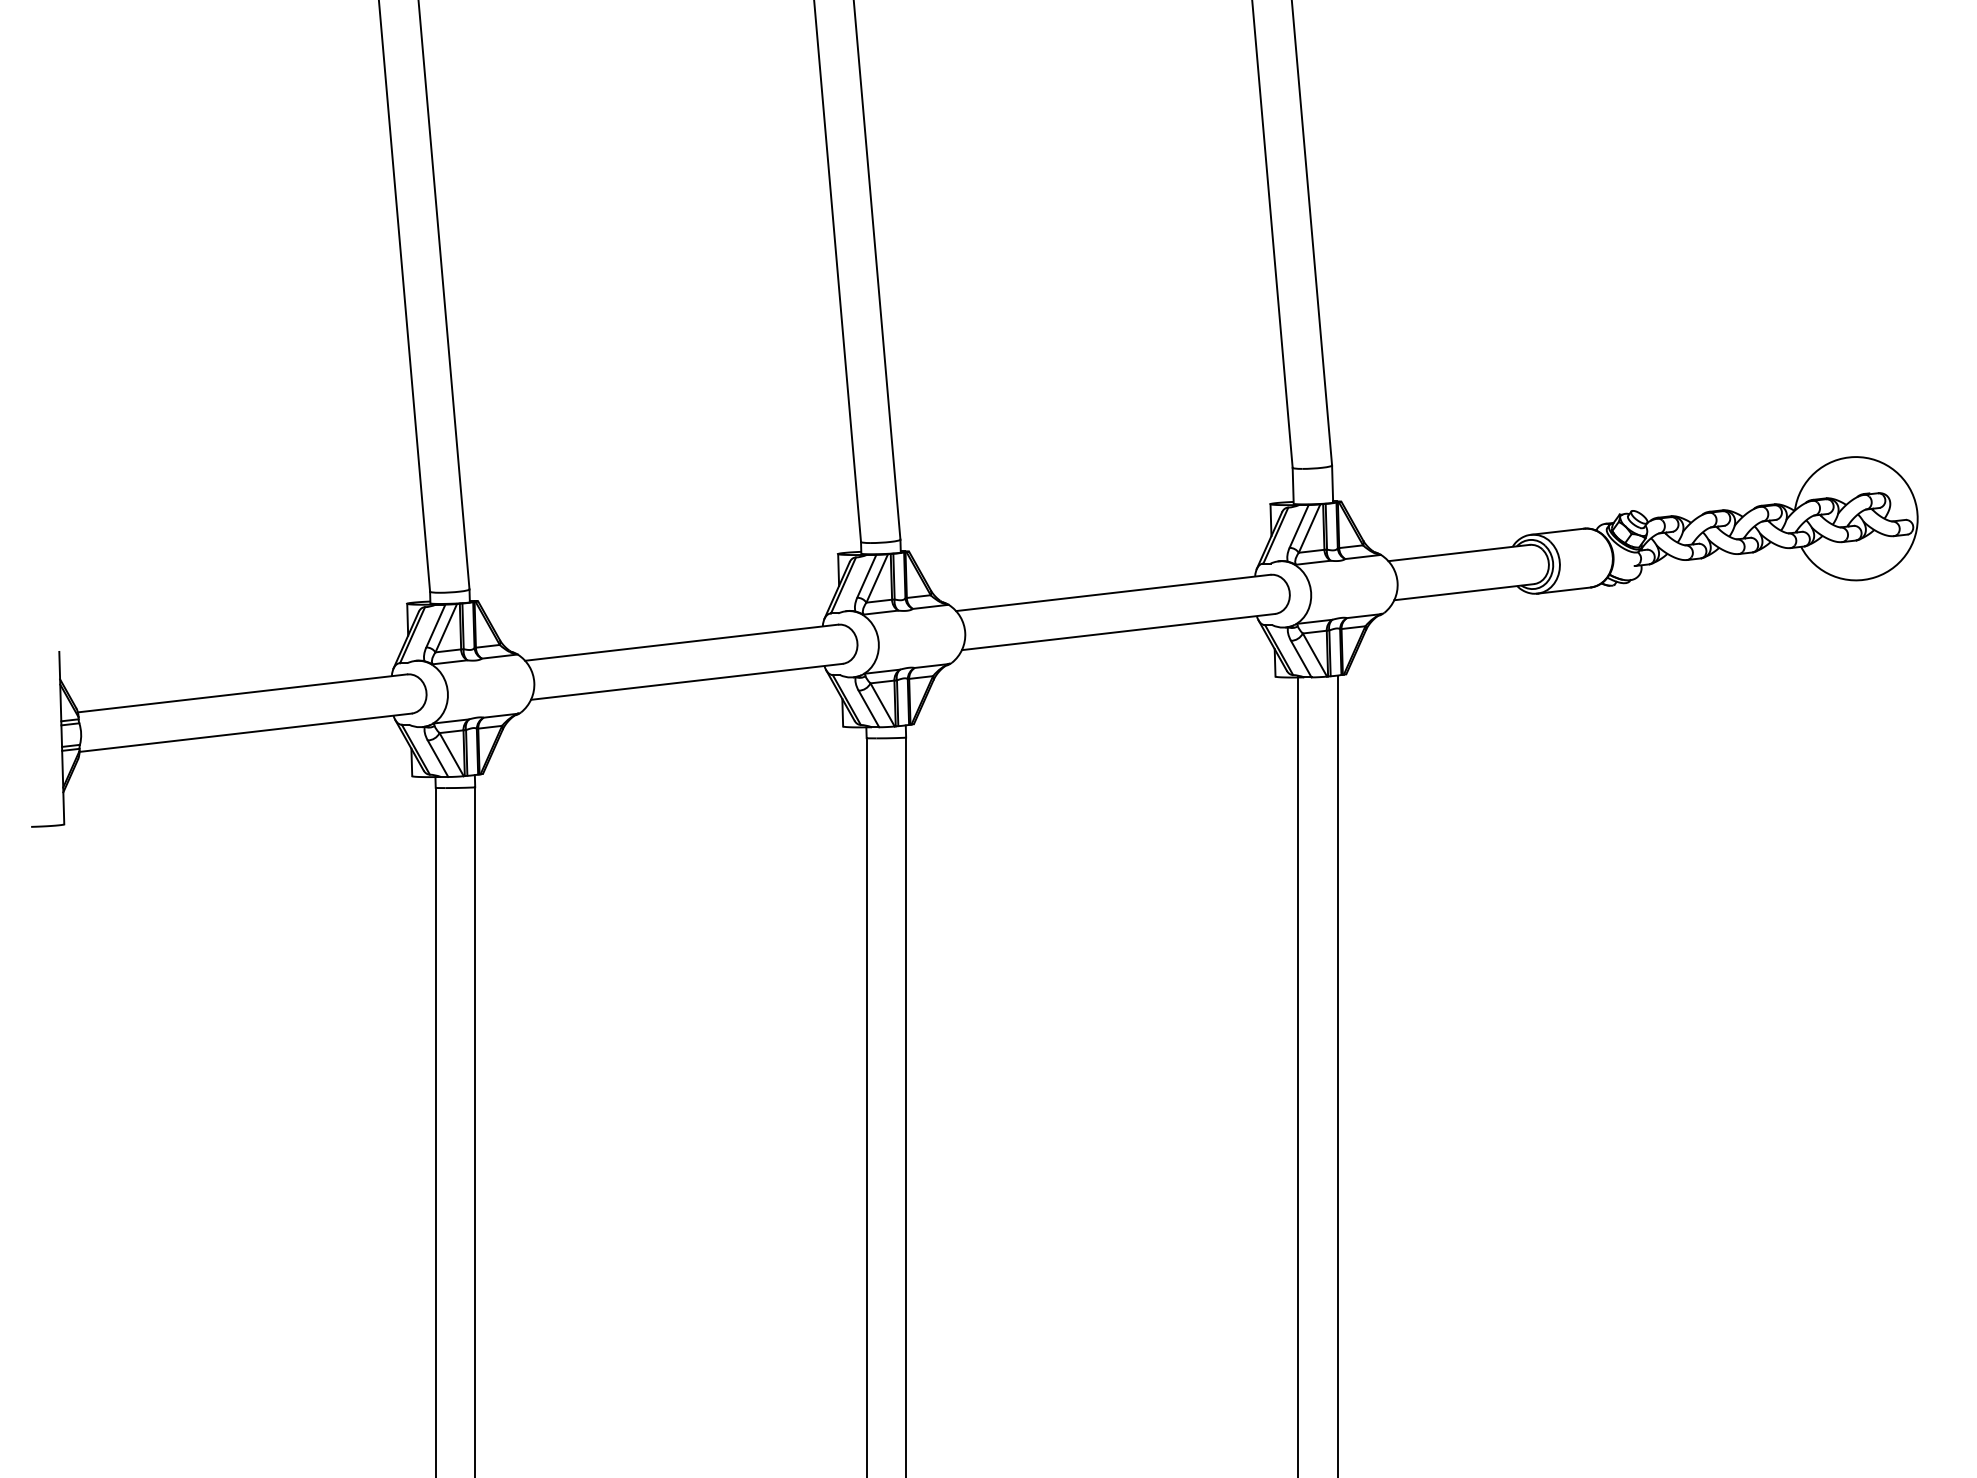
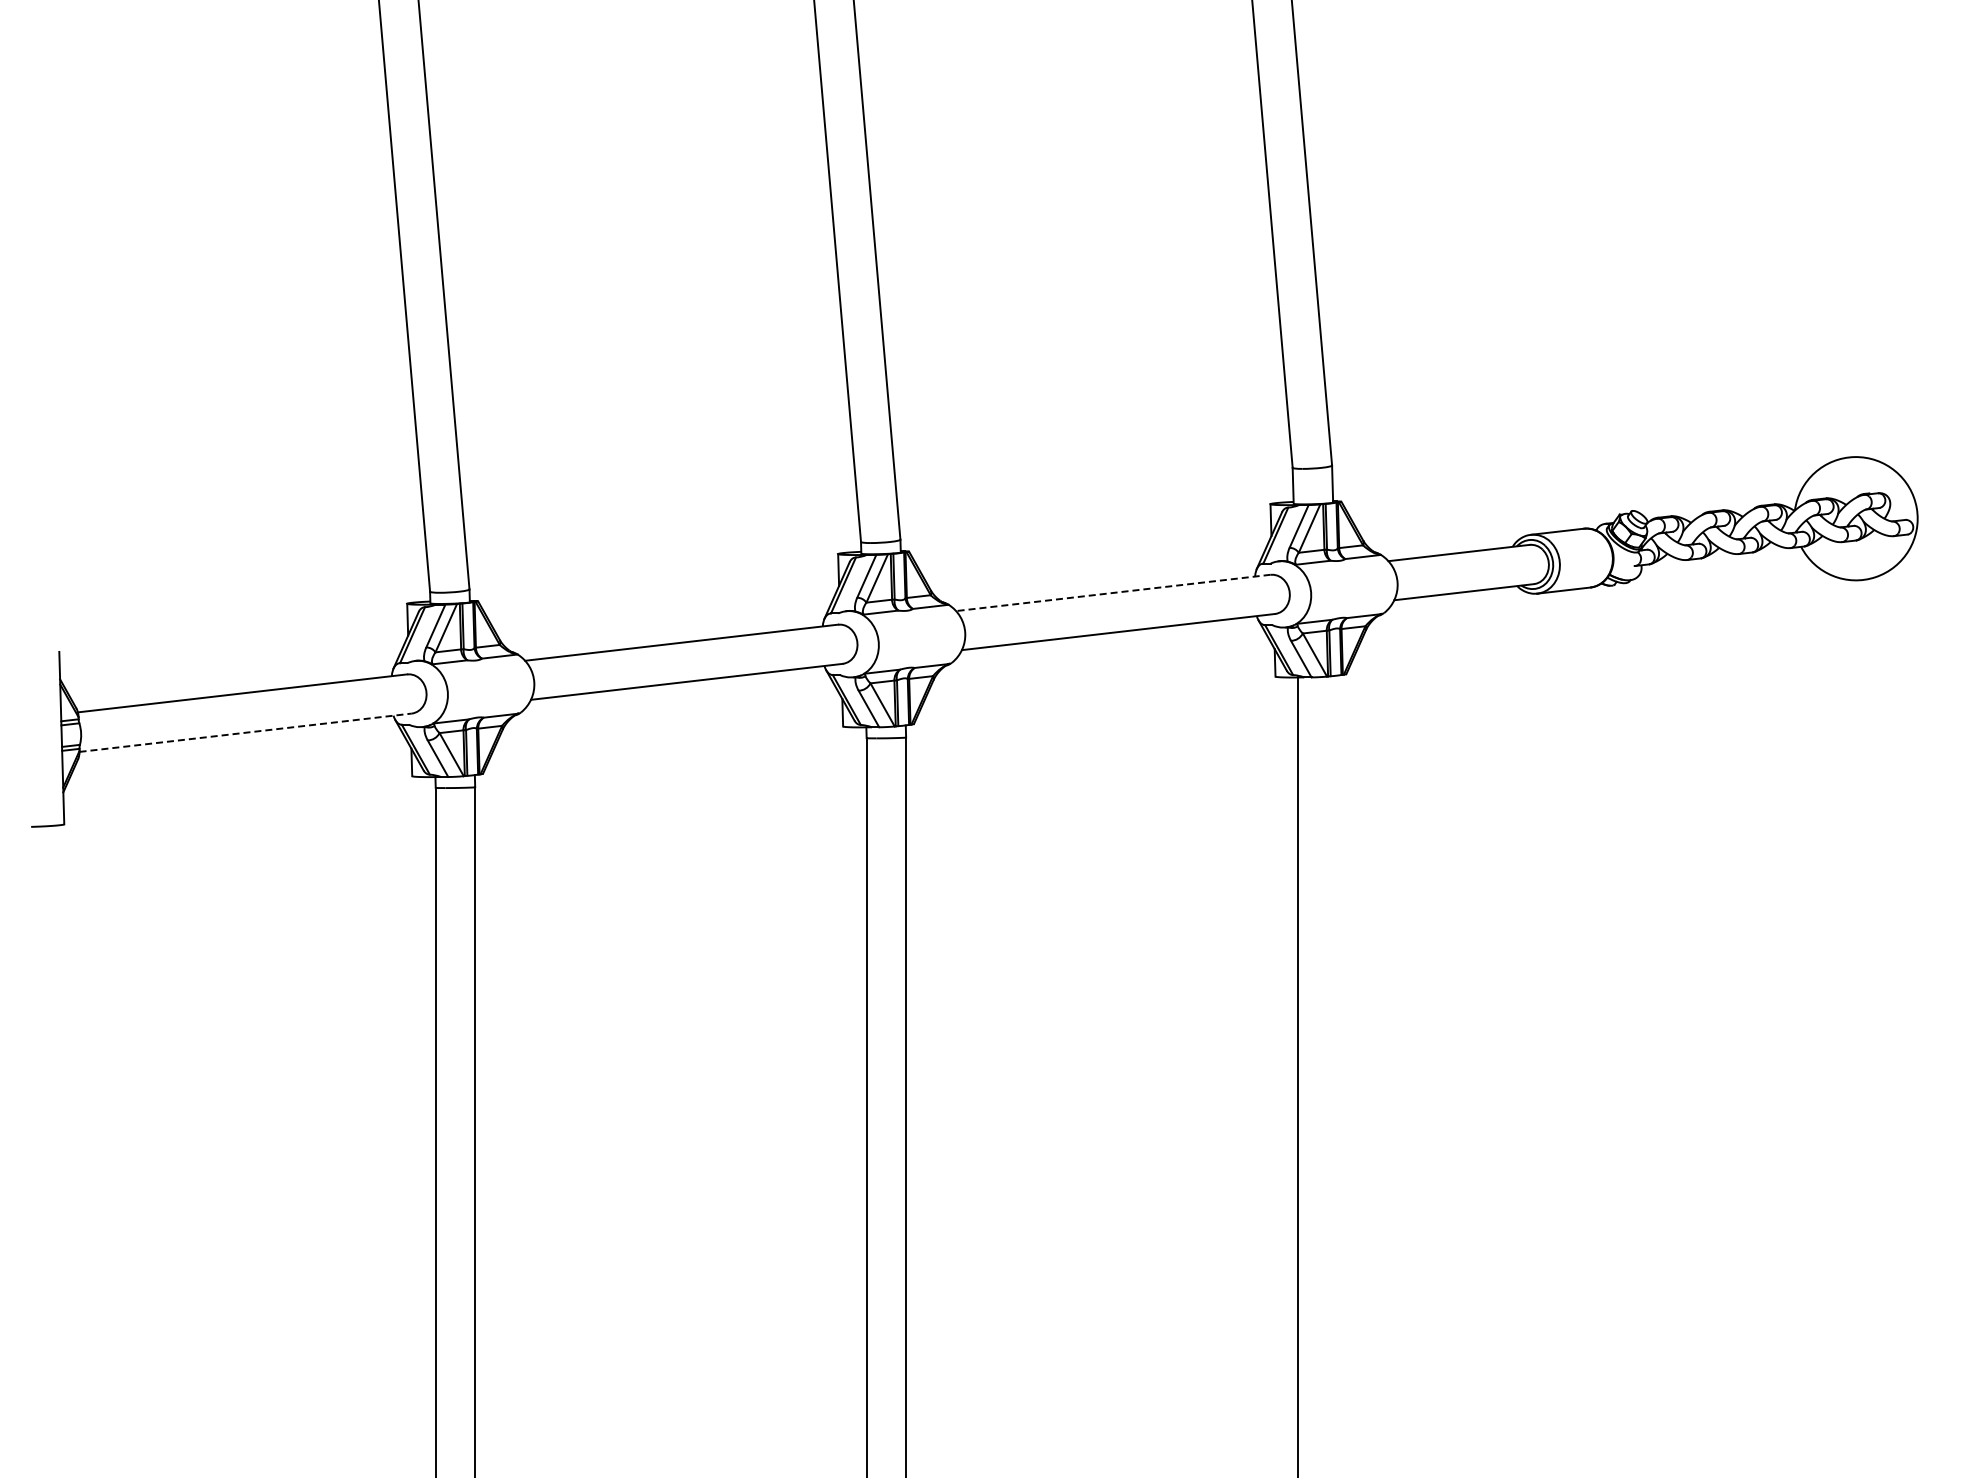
line at (1112, 592): solid -> dashed
line at (246, 732): solid -> dashed
line at (1337, 1074): present -> none
